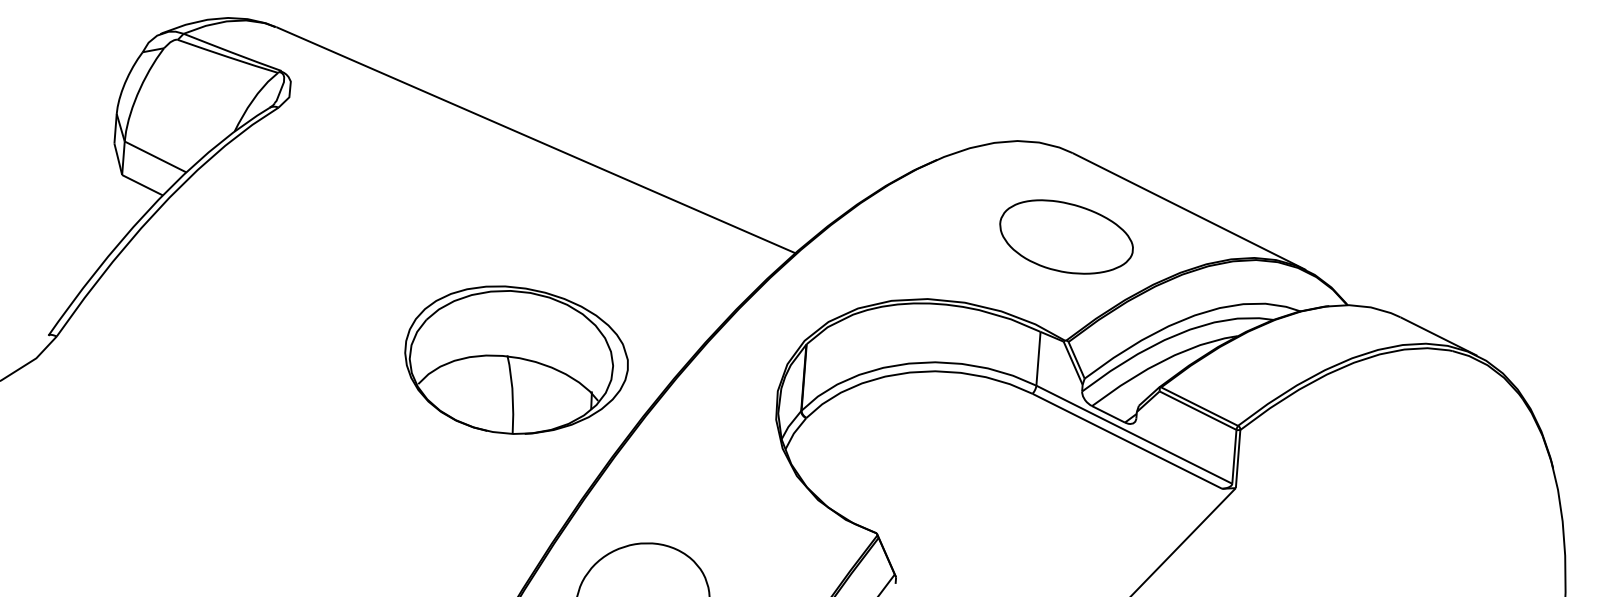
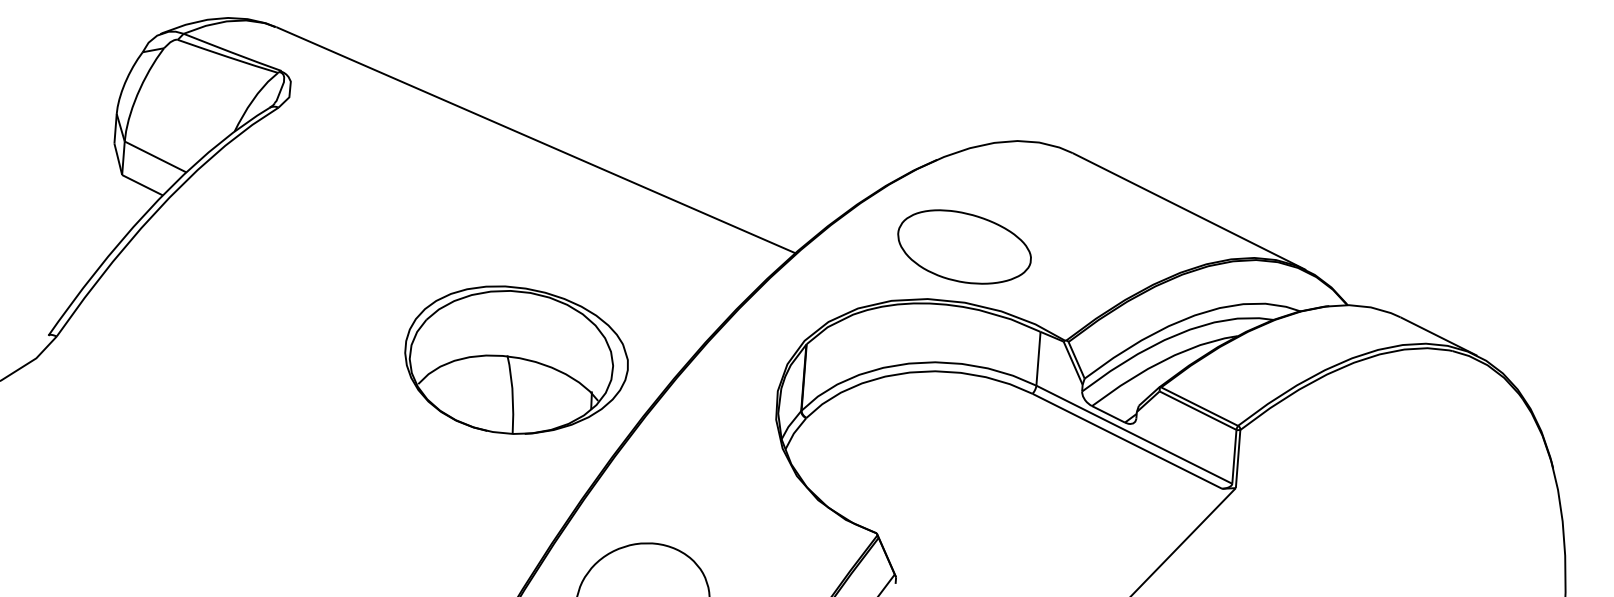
part at (1066, 236) position: (1066, 236) -> (964, 246)
